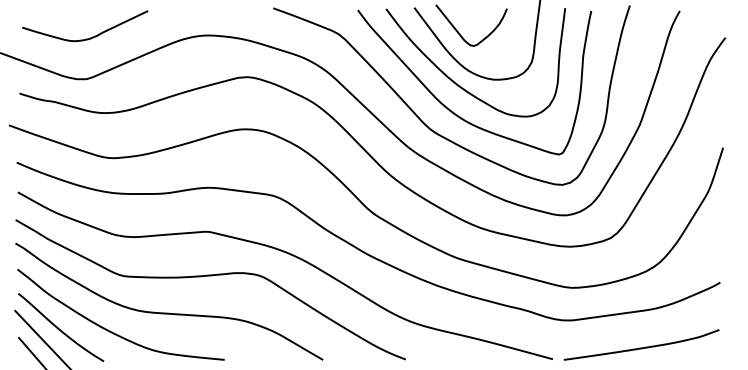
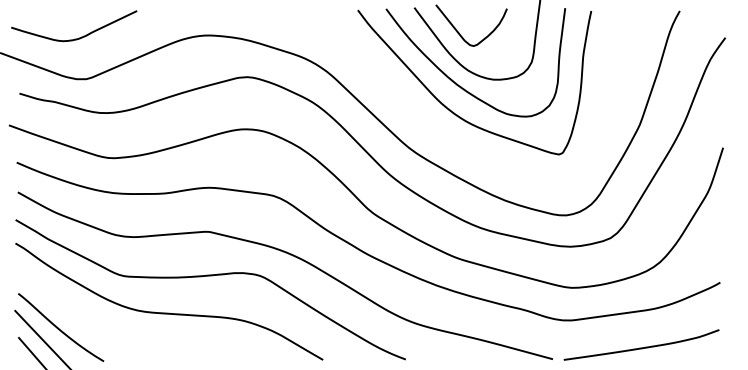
curve at (85, 38) position: (85, 38) -> (74, 38)
curve at (424, 122): present -> none
curve at (112, 331): present -> none
